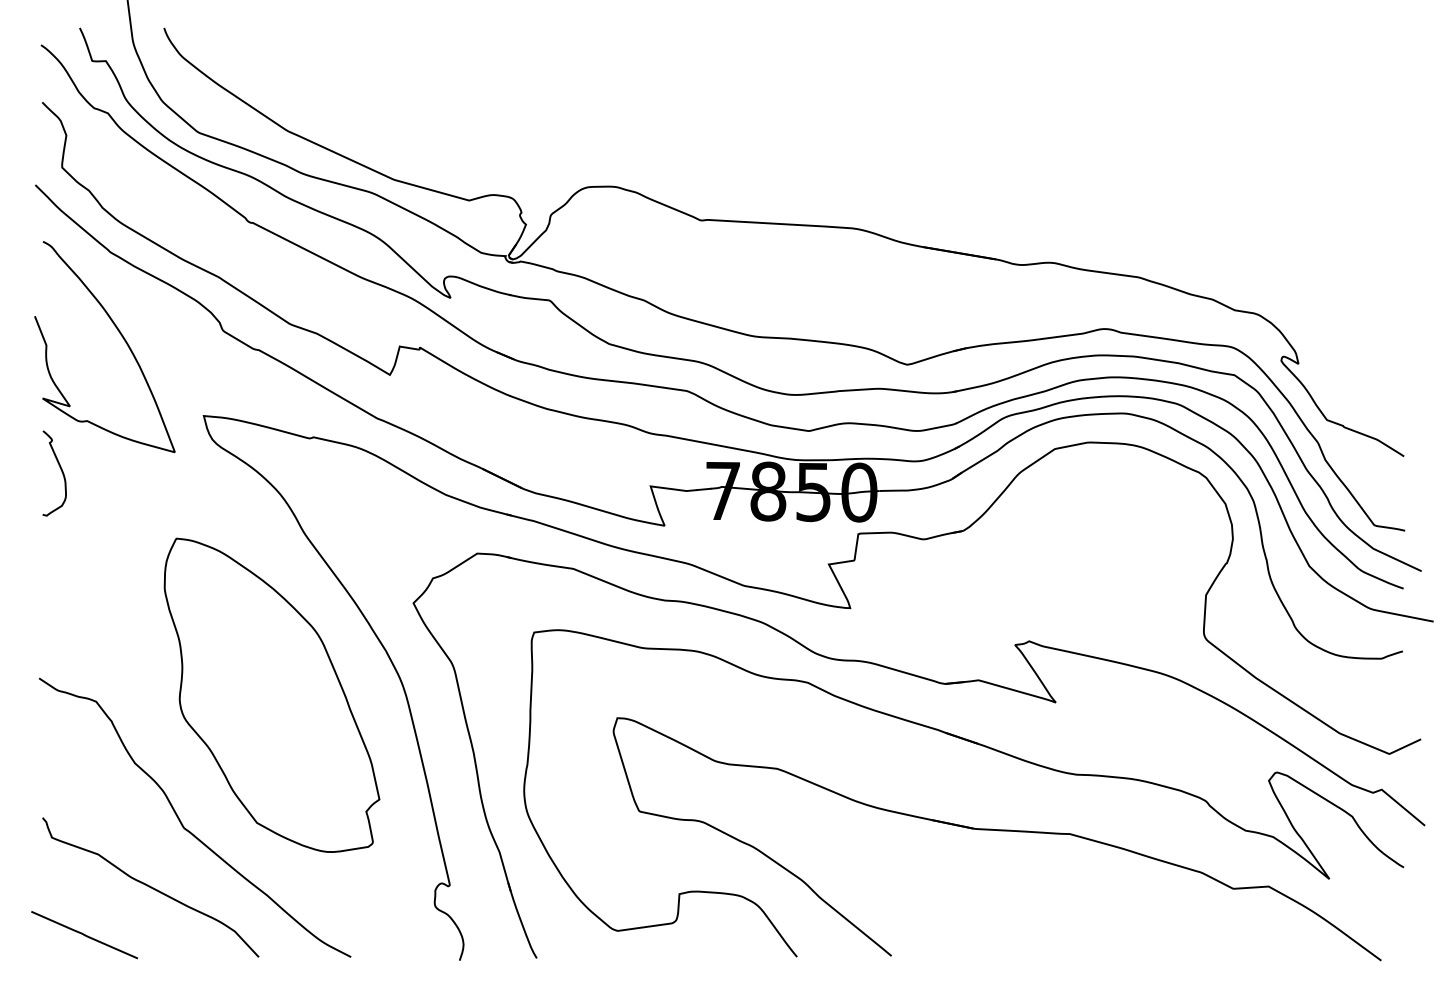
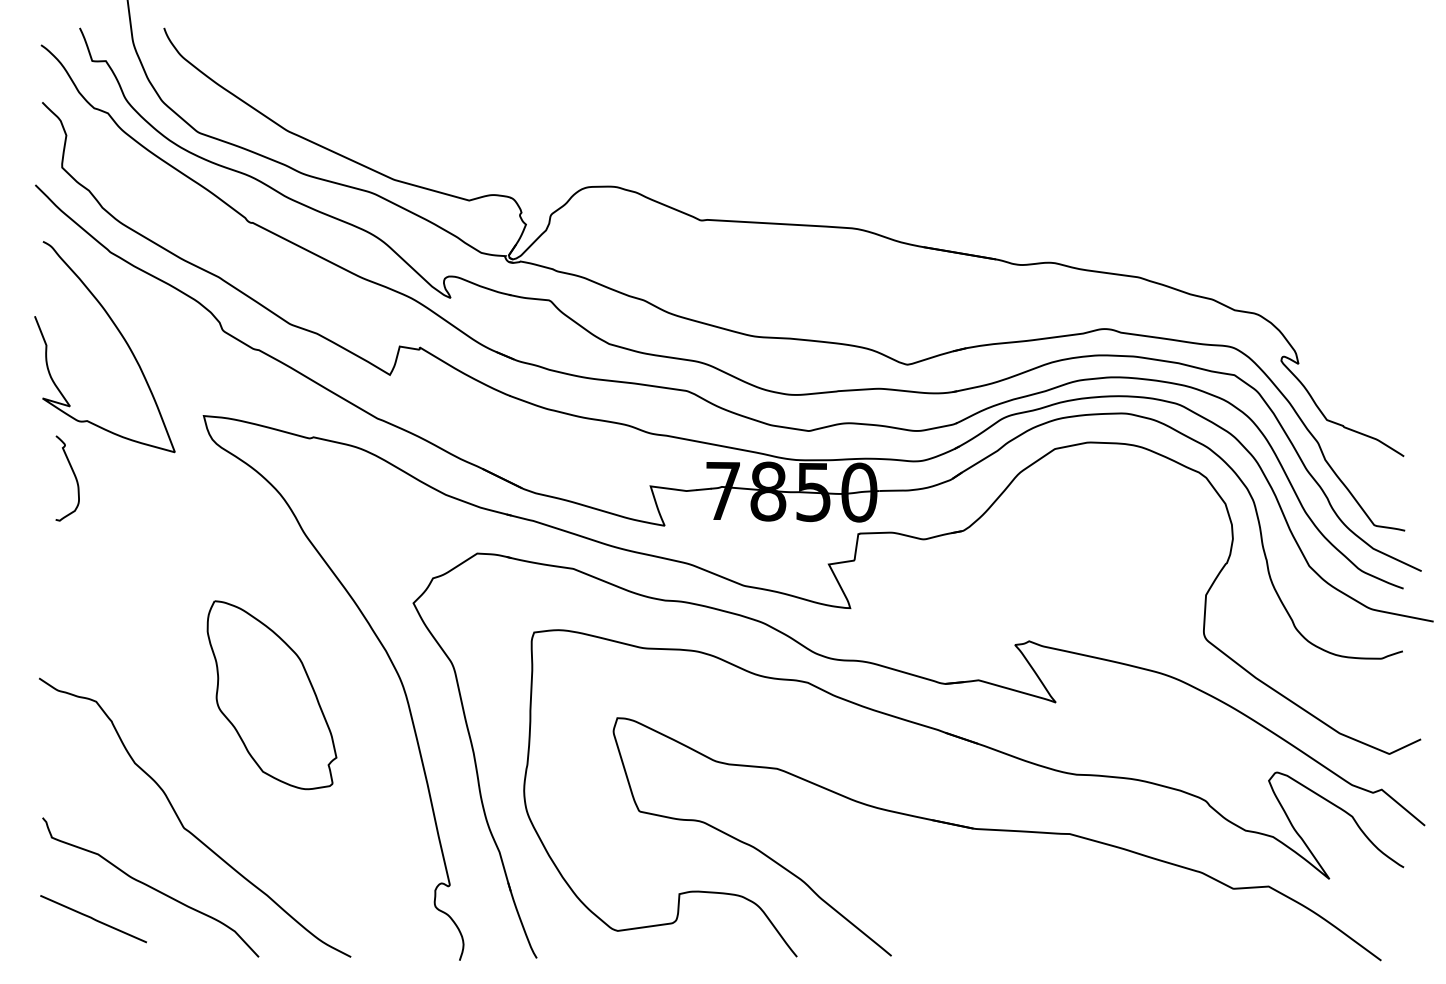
curve at (61, 472) position: (61, 472) -> (74, 477)
part at (271, 694) size: 218x316 px -> 132x191 px
line at (84, 935) position: (84, 935) -> (93, 919)
